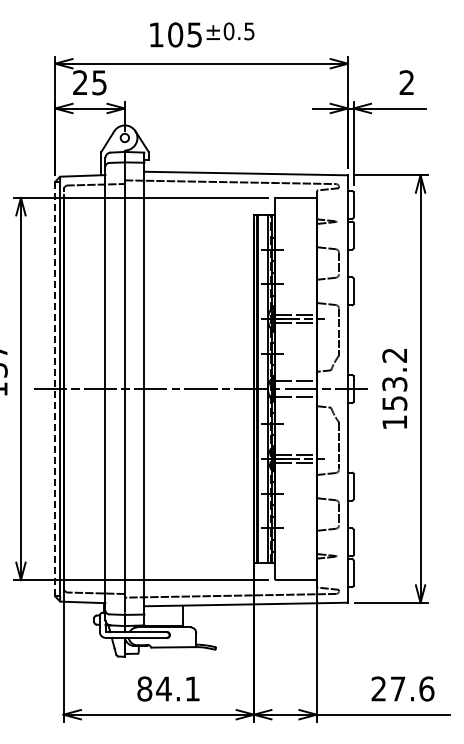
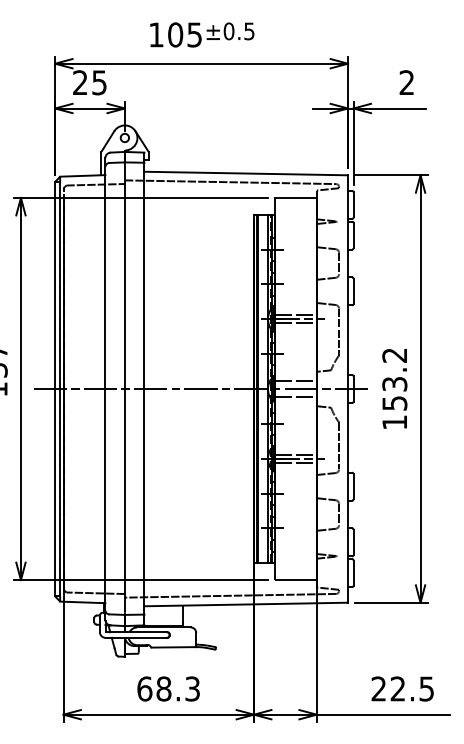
line at (55, 389): dashed -> solid
text at (168, 688): 84.1 -> 68.3
text at (412, 688): 27.6 -> 22.5
